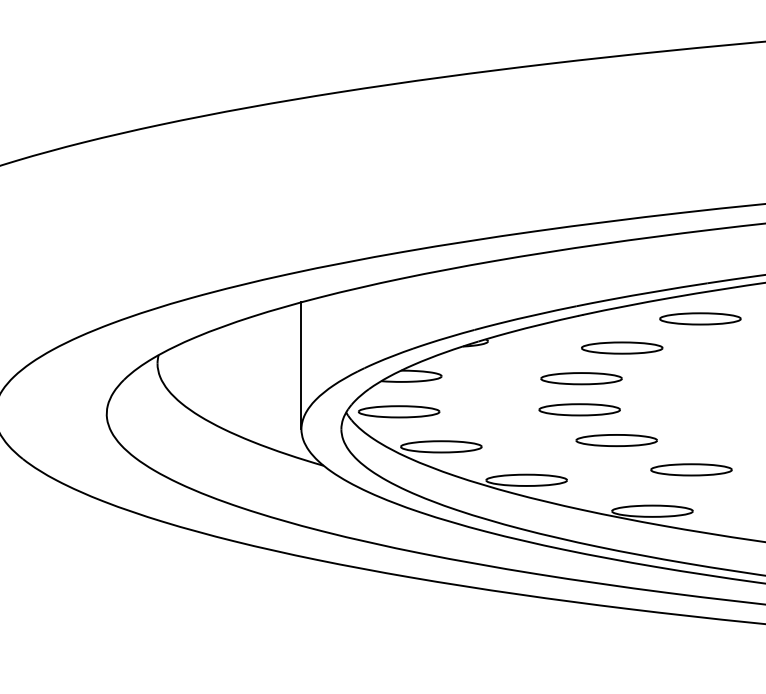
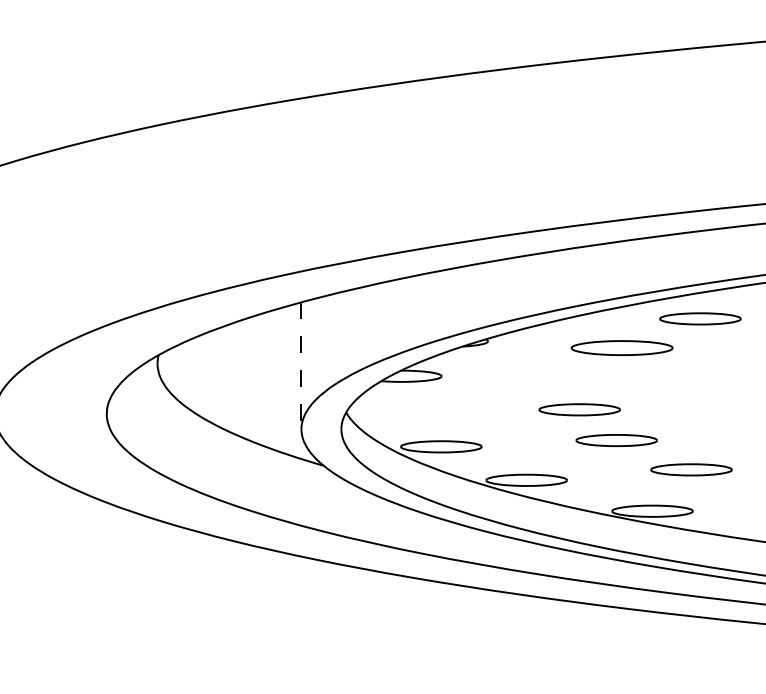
part at (622, 347) size: 83x14 px -> 104x16 px
line at (301, 366): solid -> dashed
part at (581, 378): present -> none
part at (399, 411): present -> none
